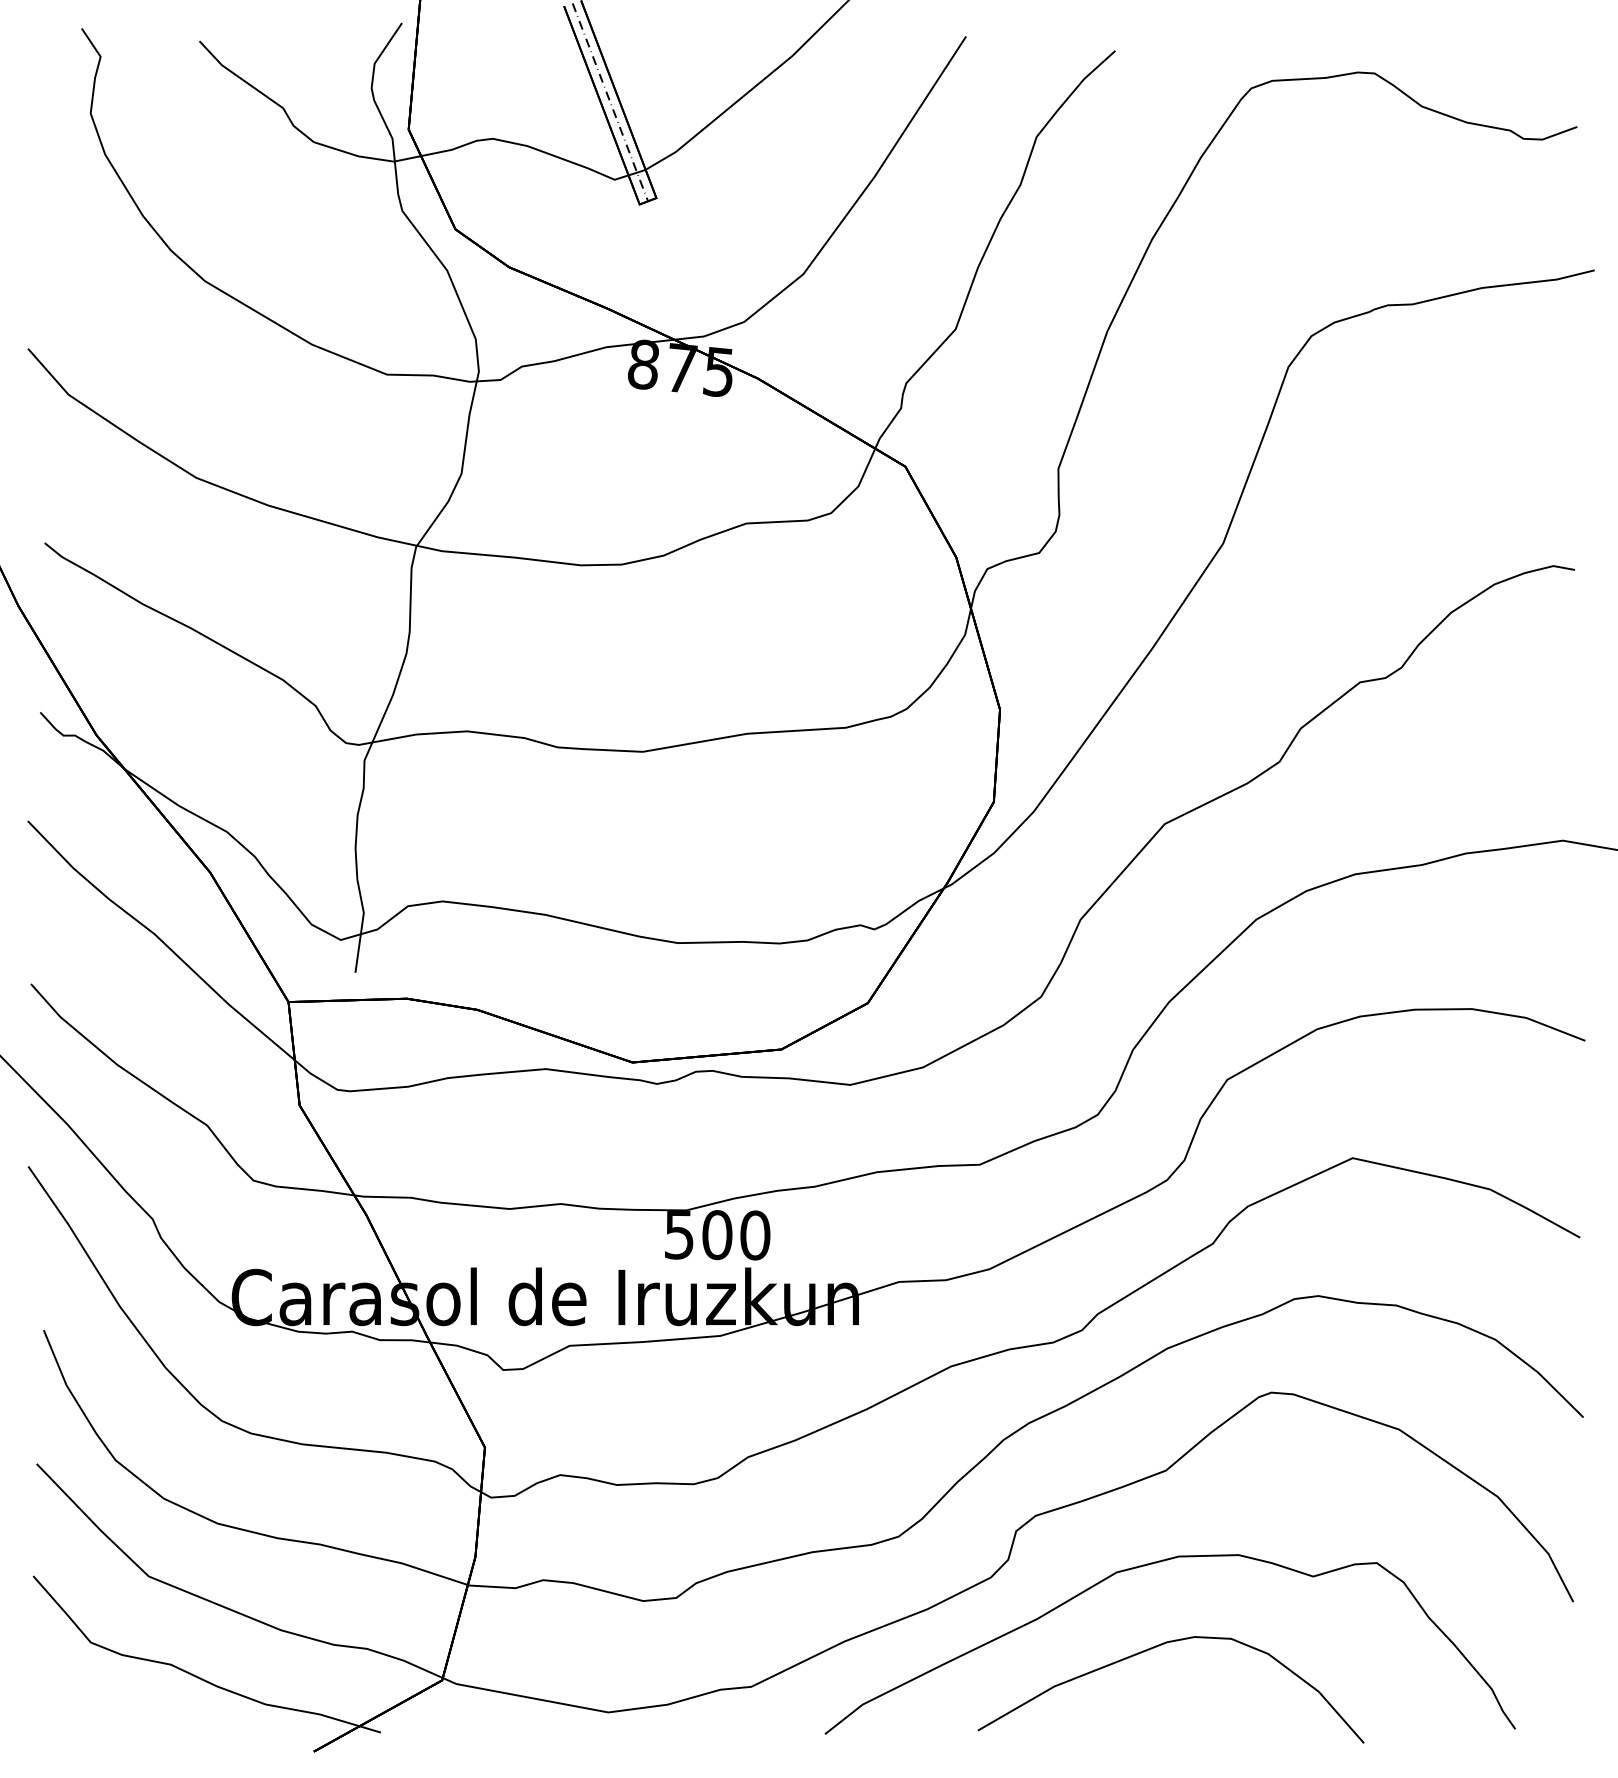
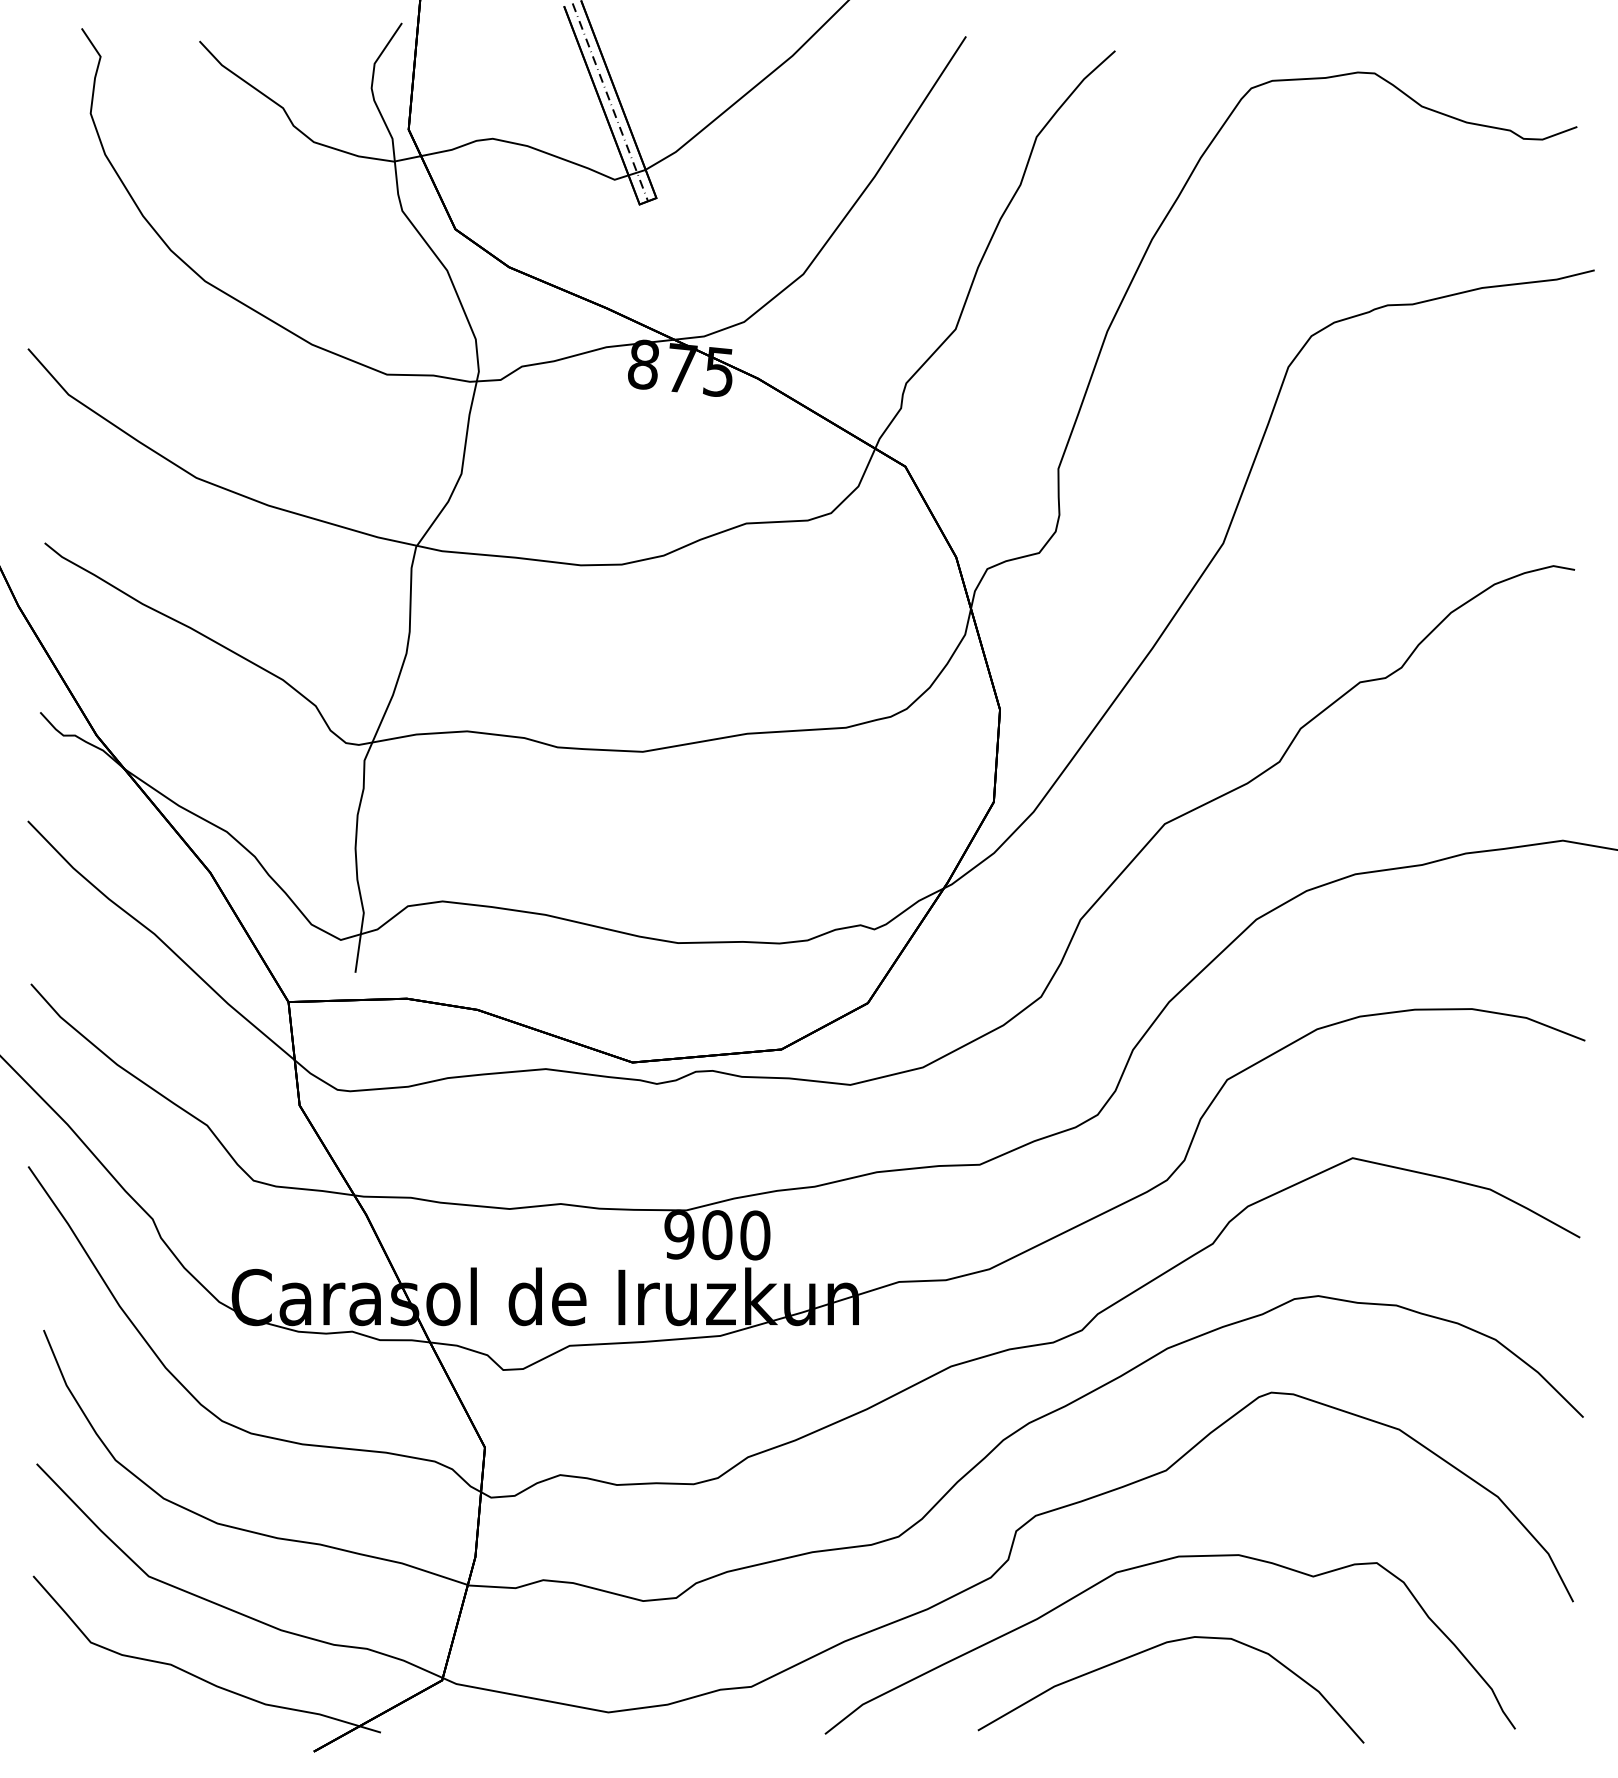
text at (679, 1234): 500 -> 900
